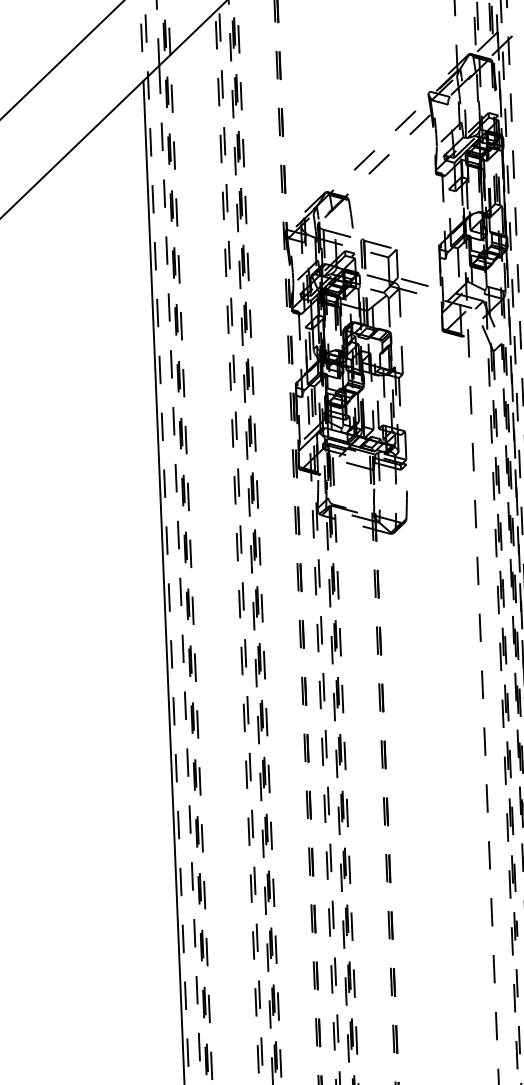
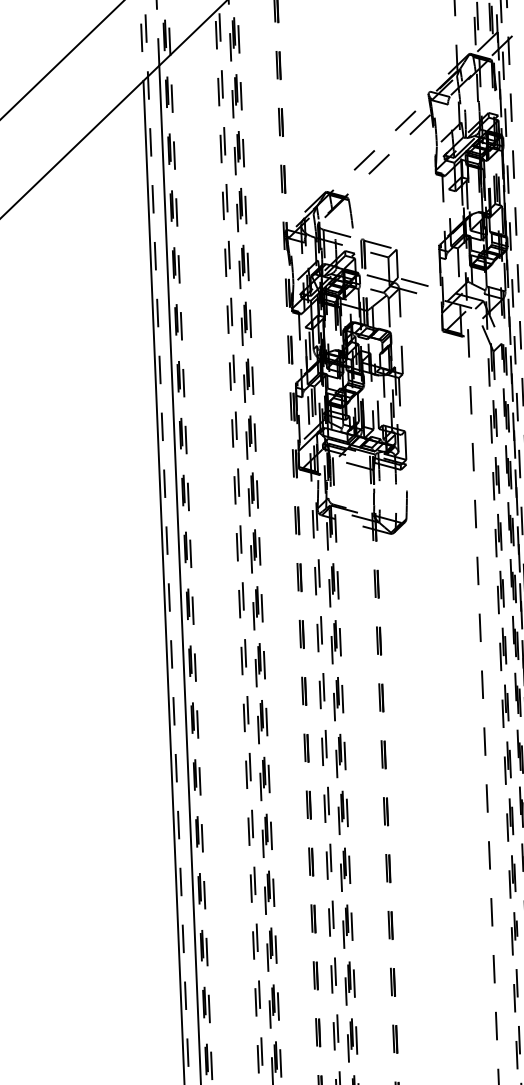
line at (180, 575): dashed -> solid
